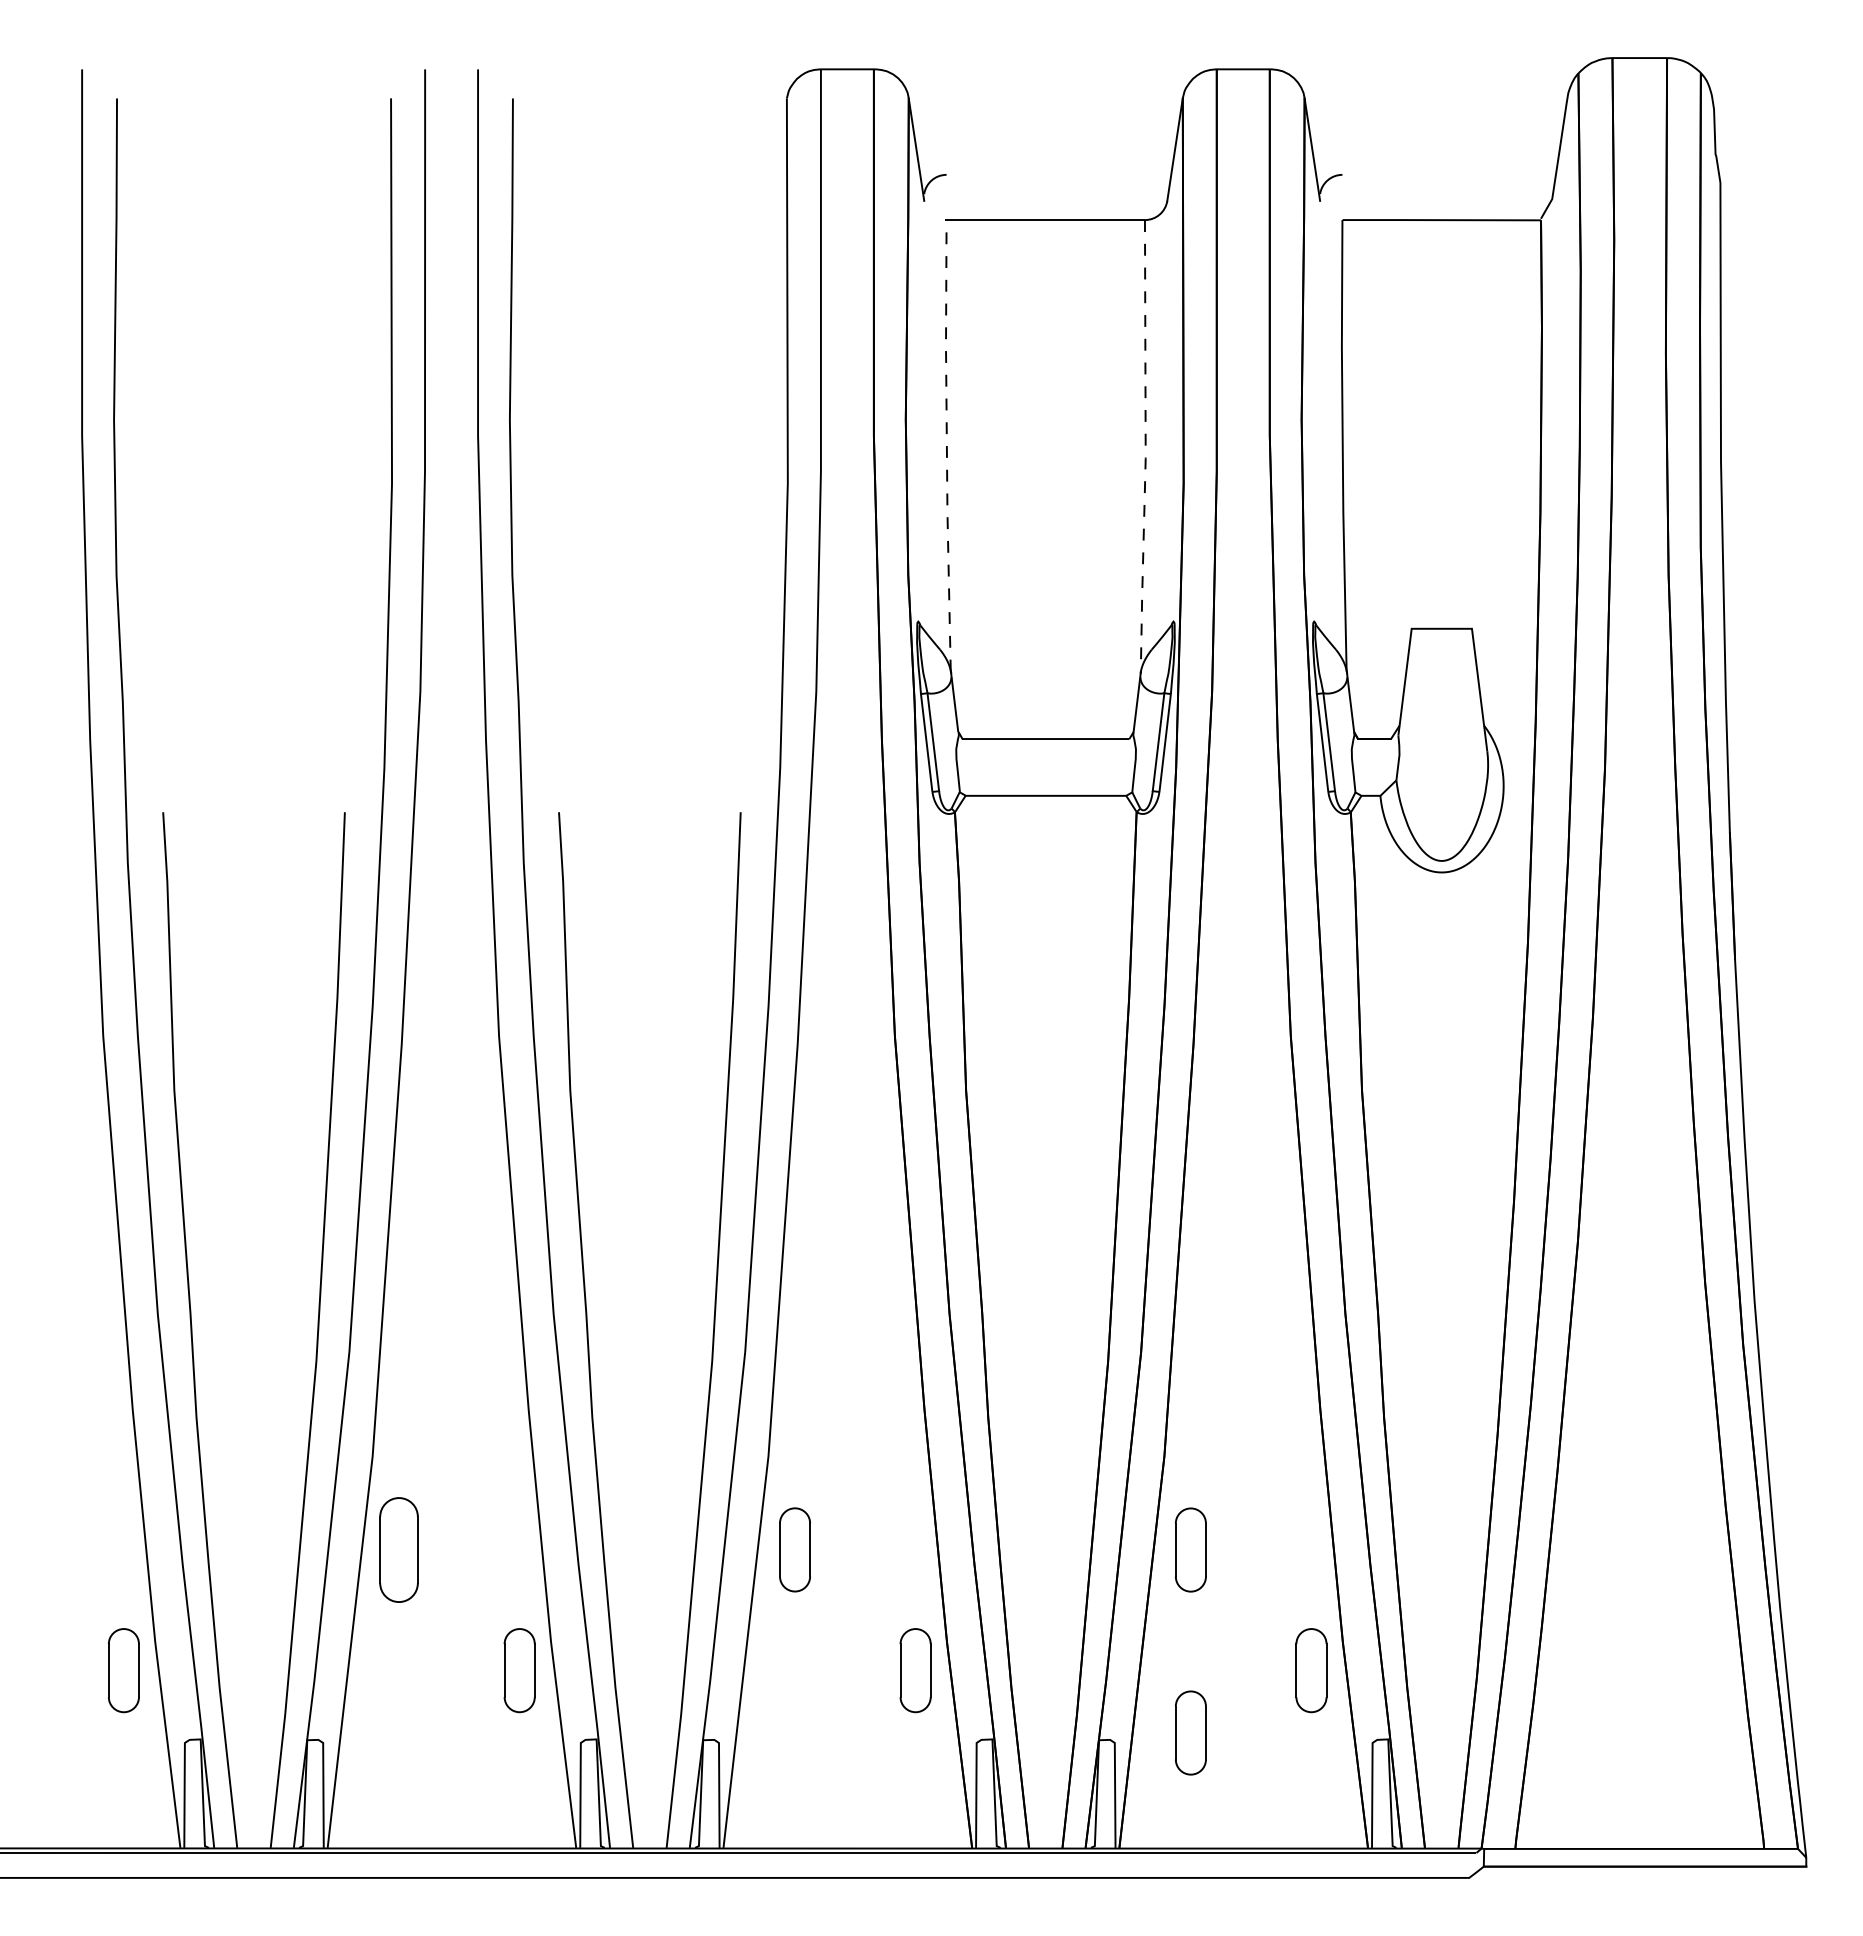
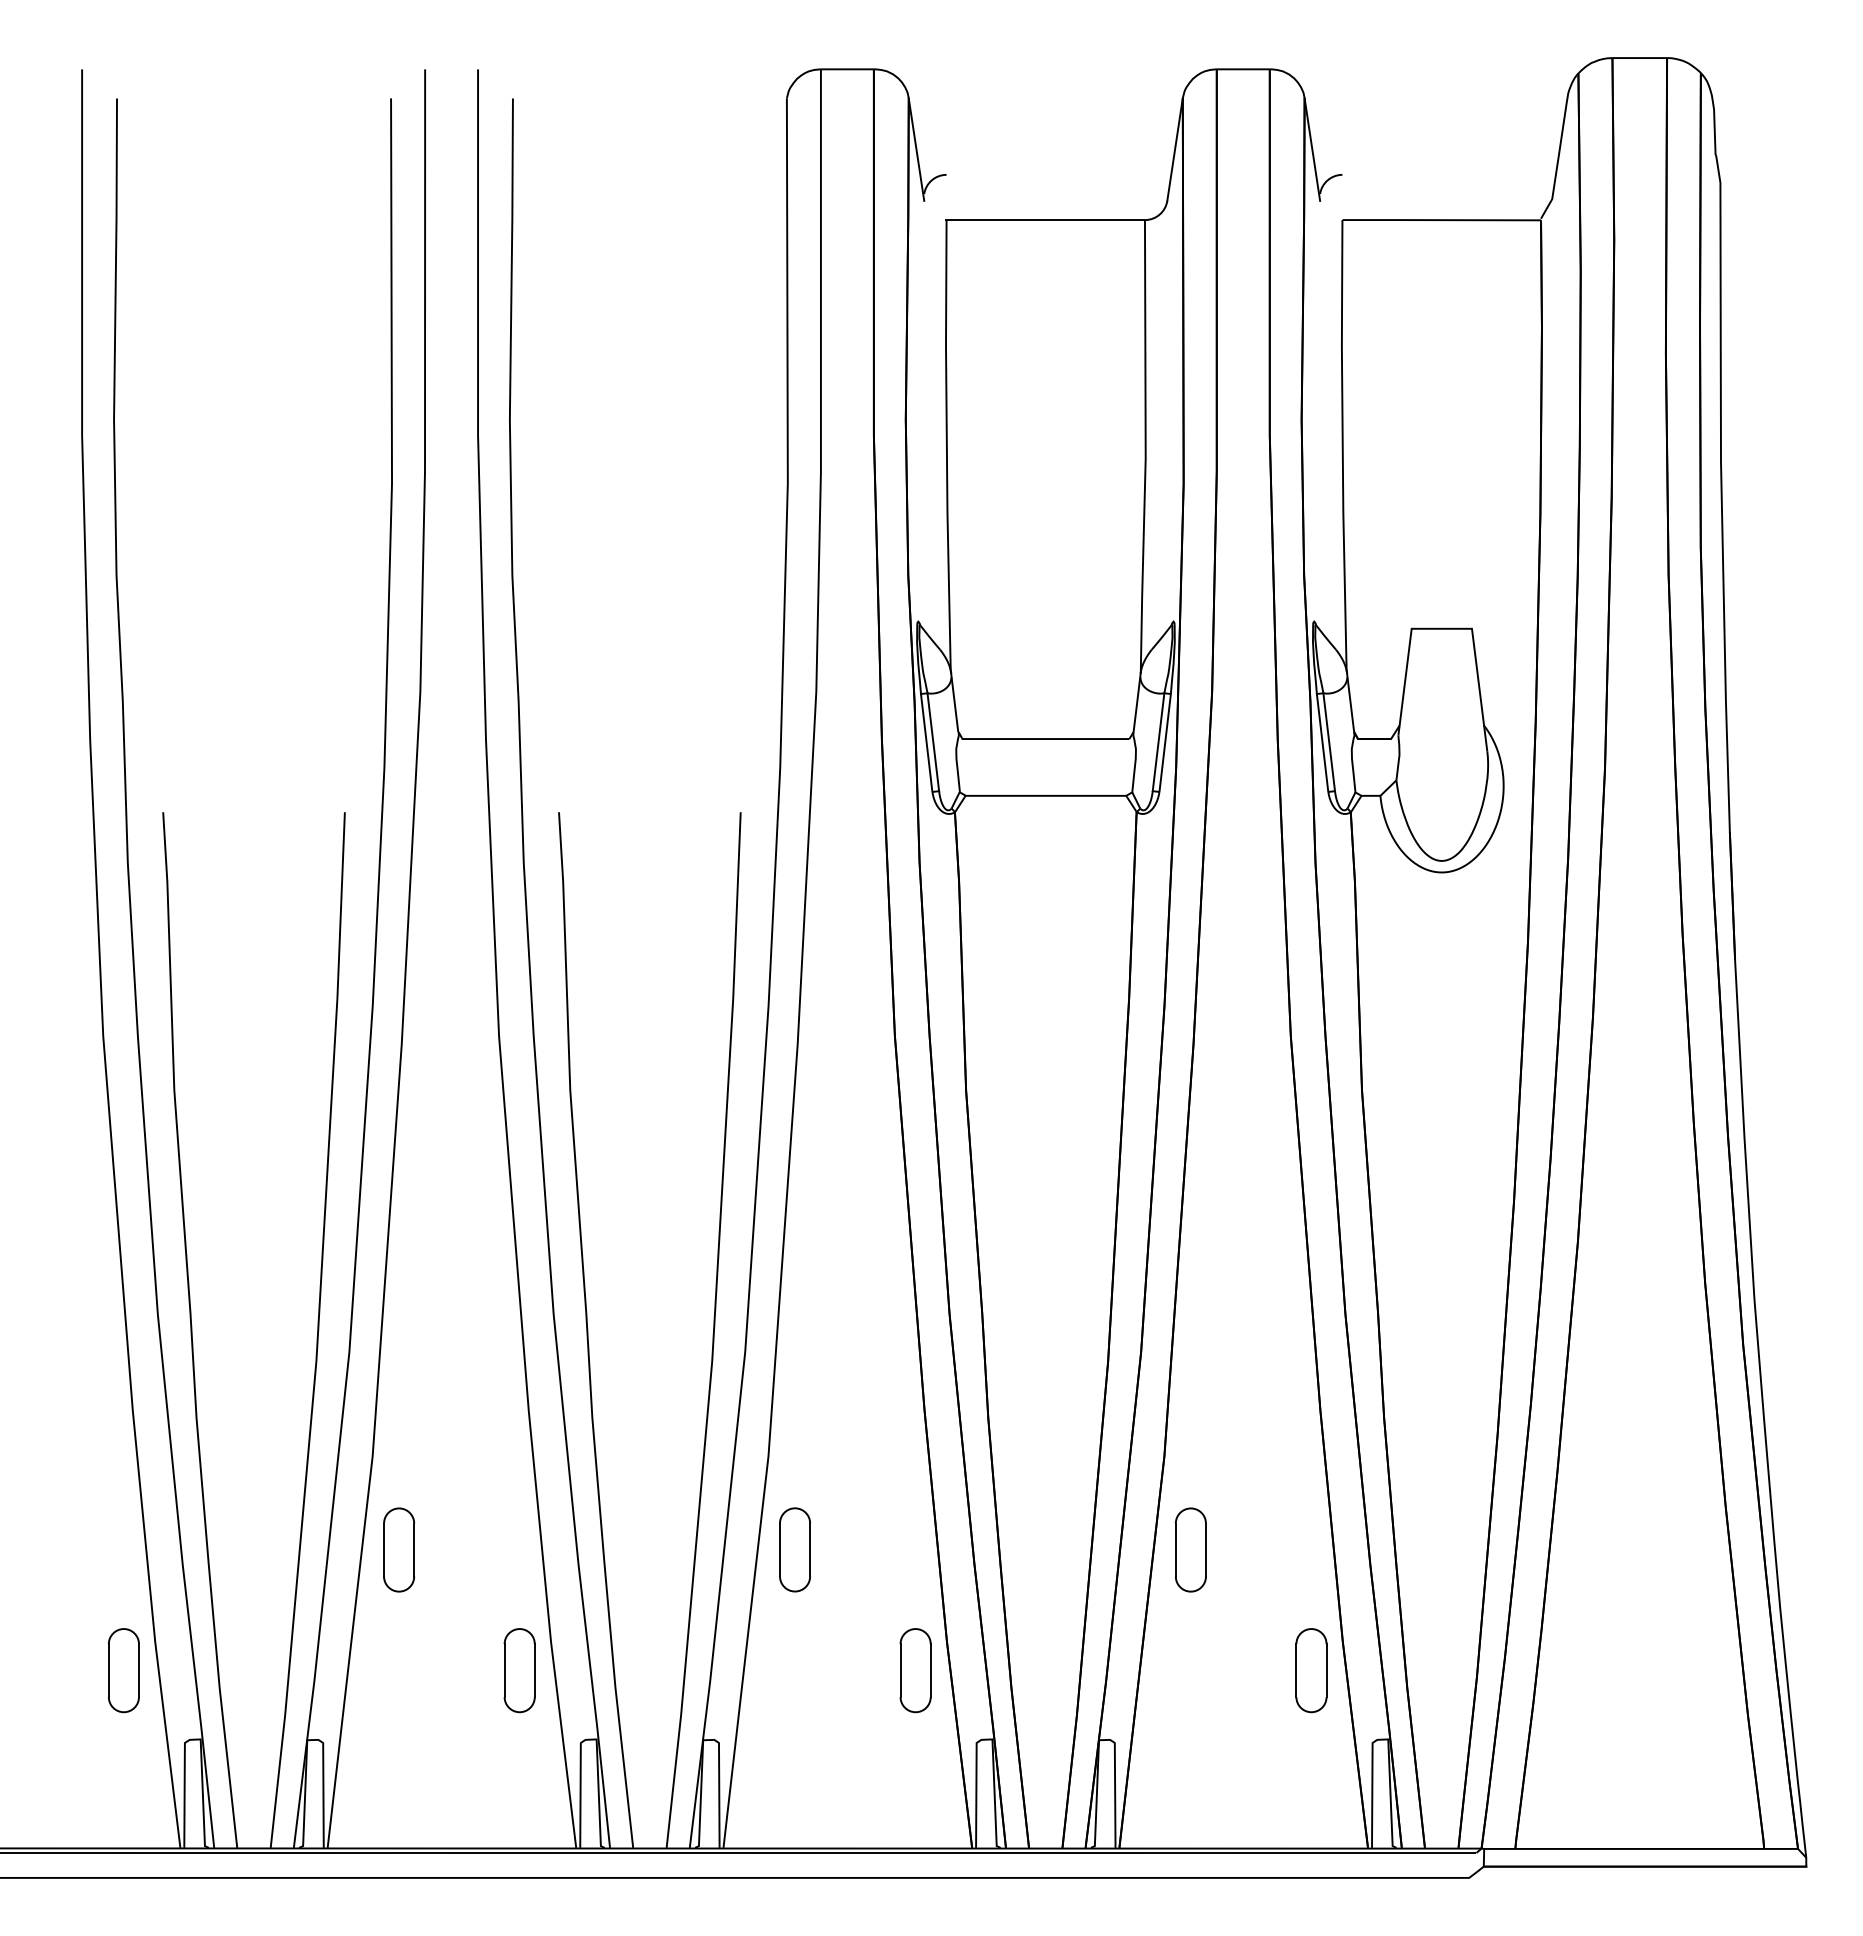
line at (946, 444): dashed -> solid
line at (1145, 447): dashed -> solid
part at (398, 1549) size: 40x106 px -> 33x86 px
part at (1190, 1732): present -> none
